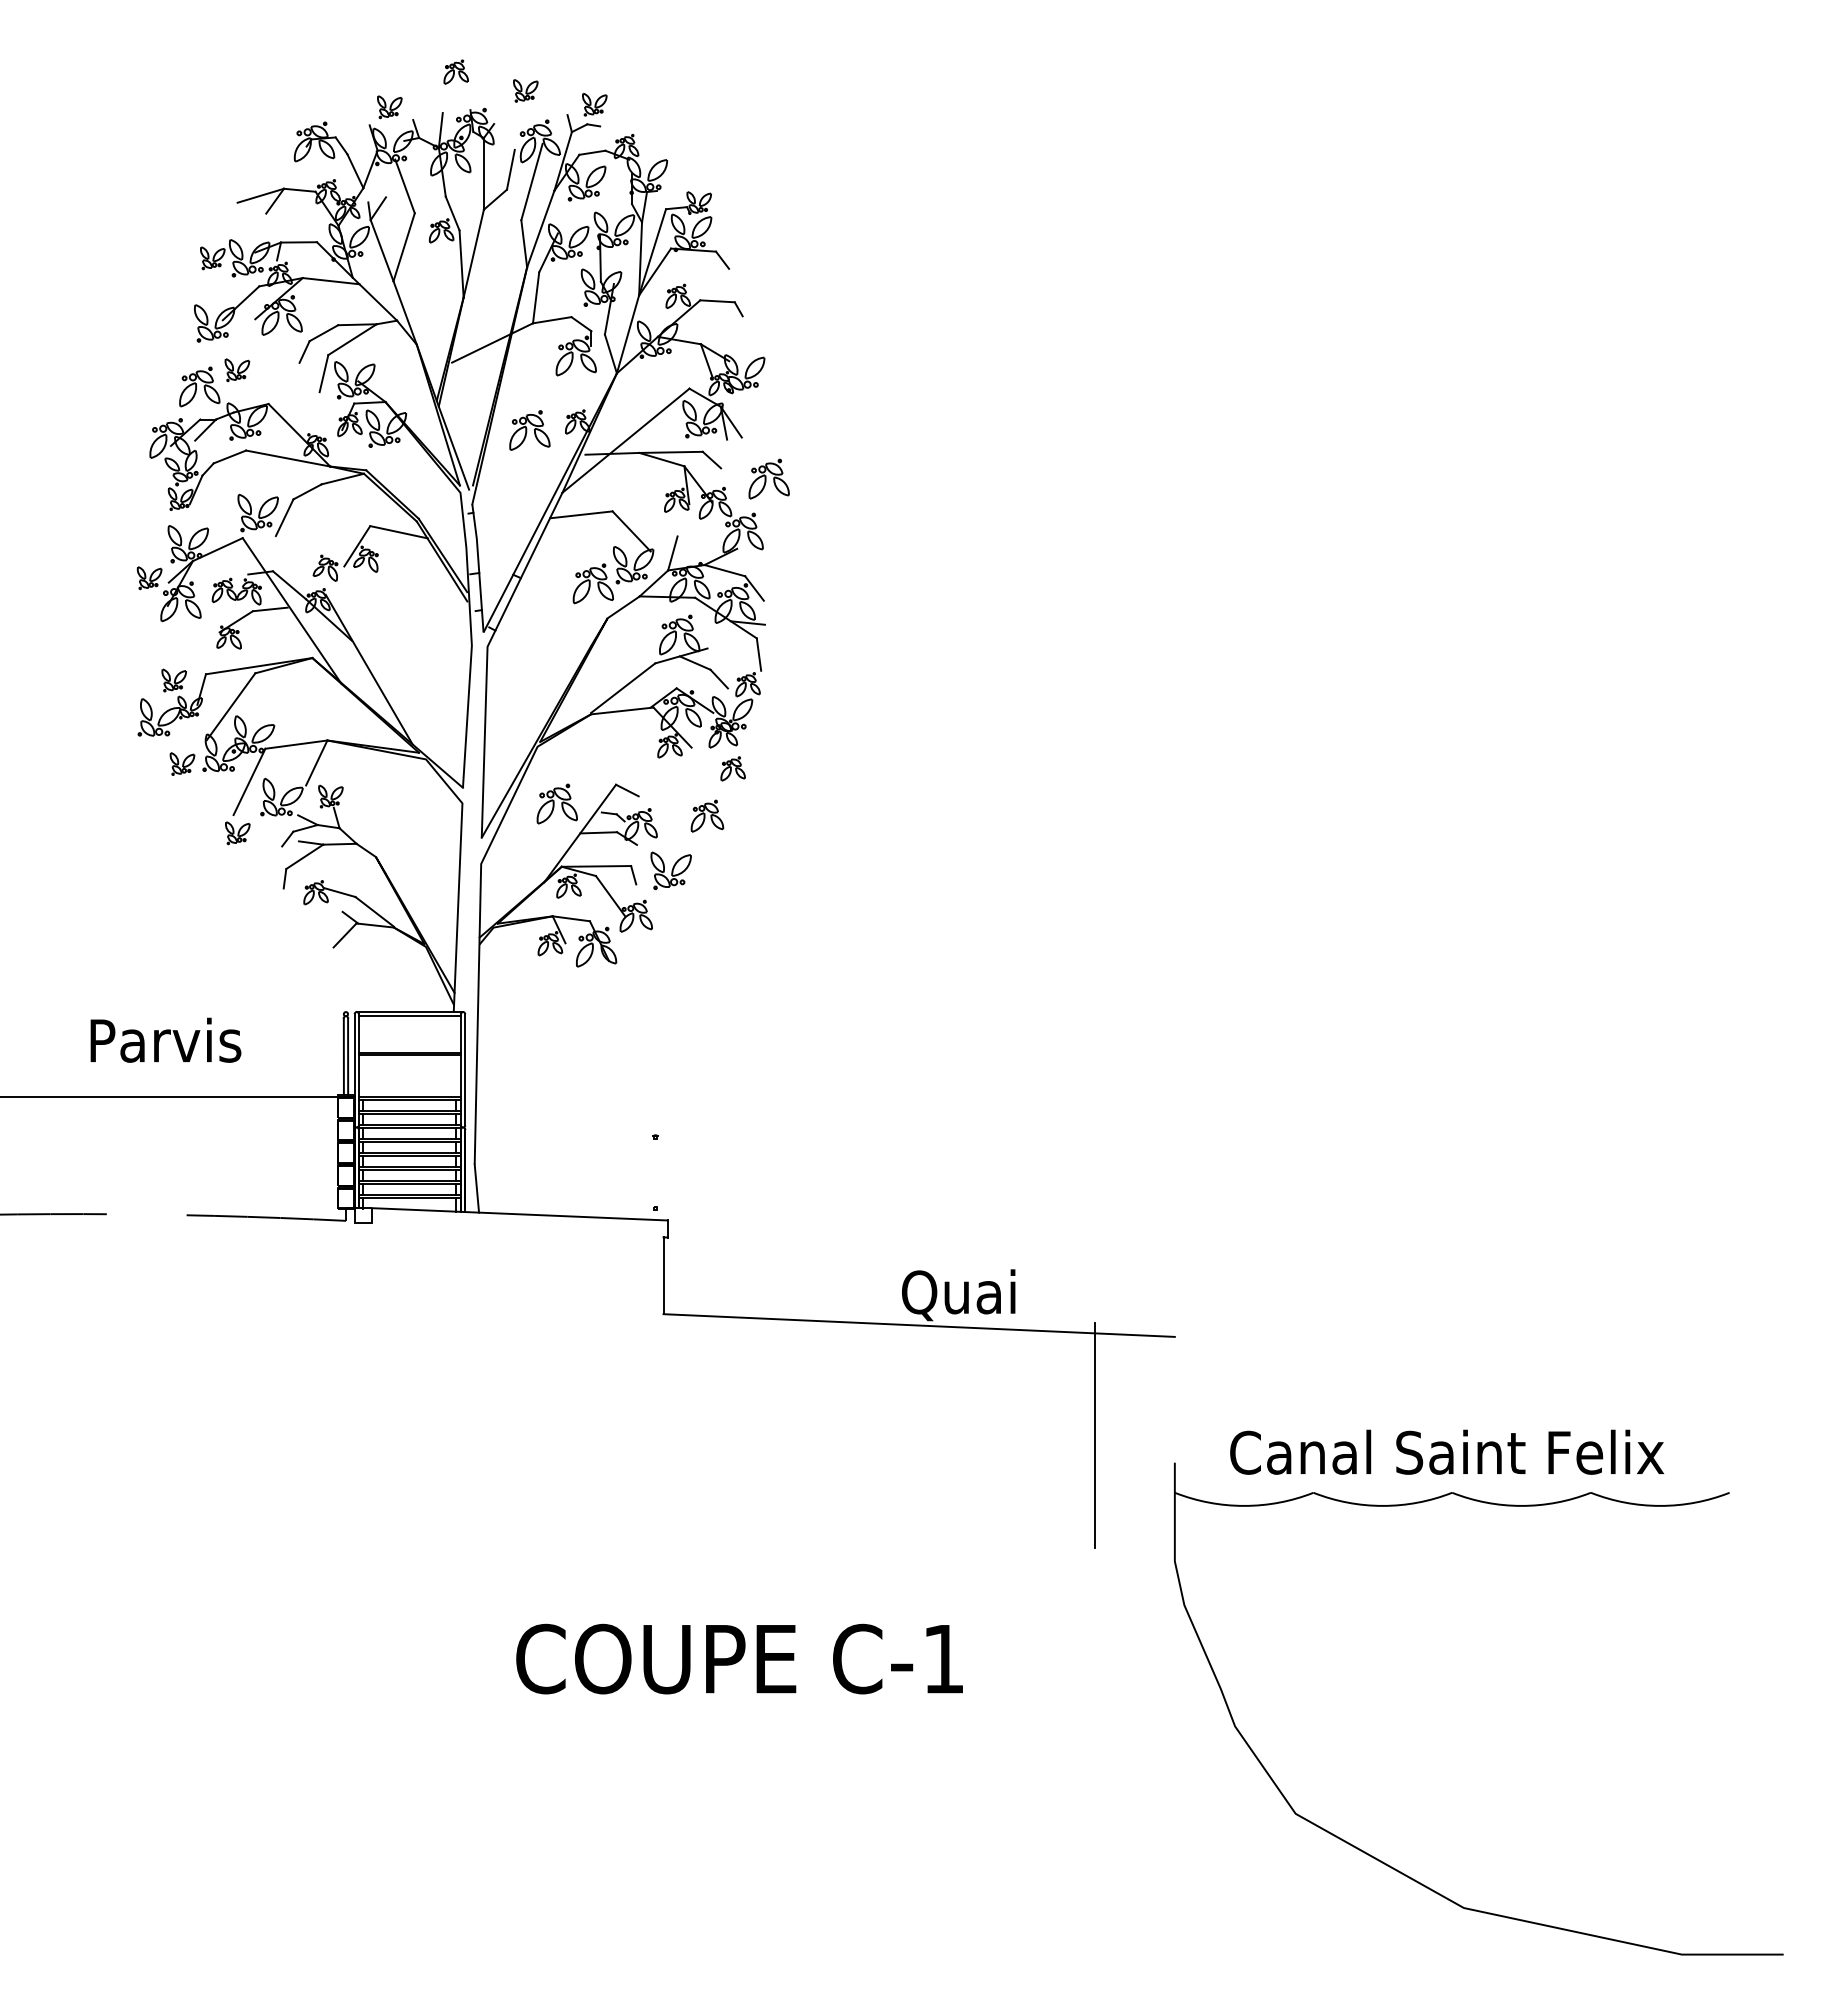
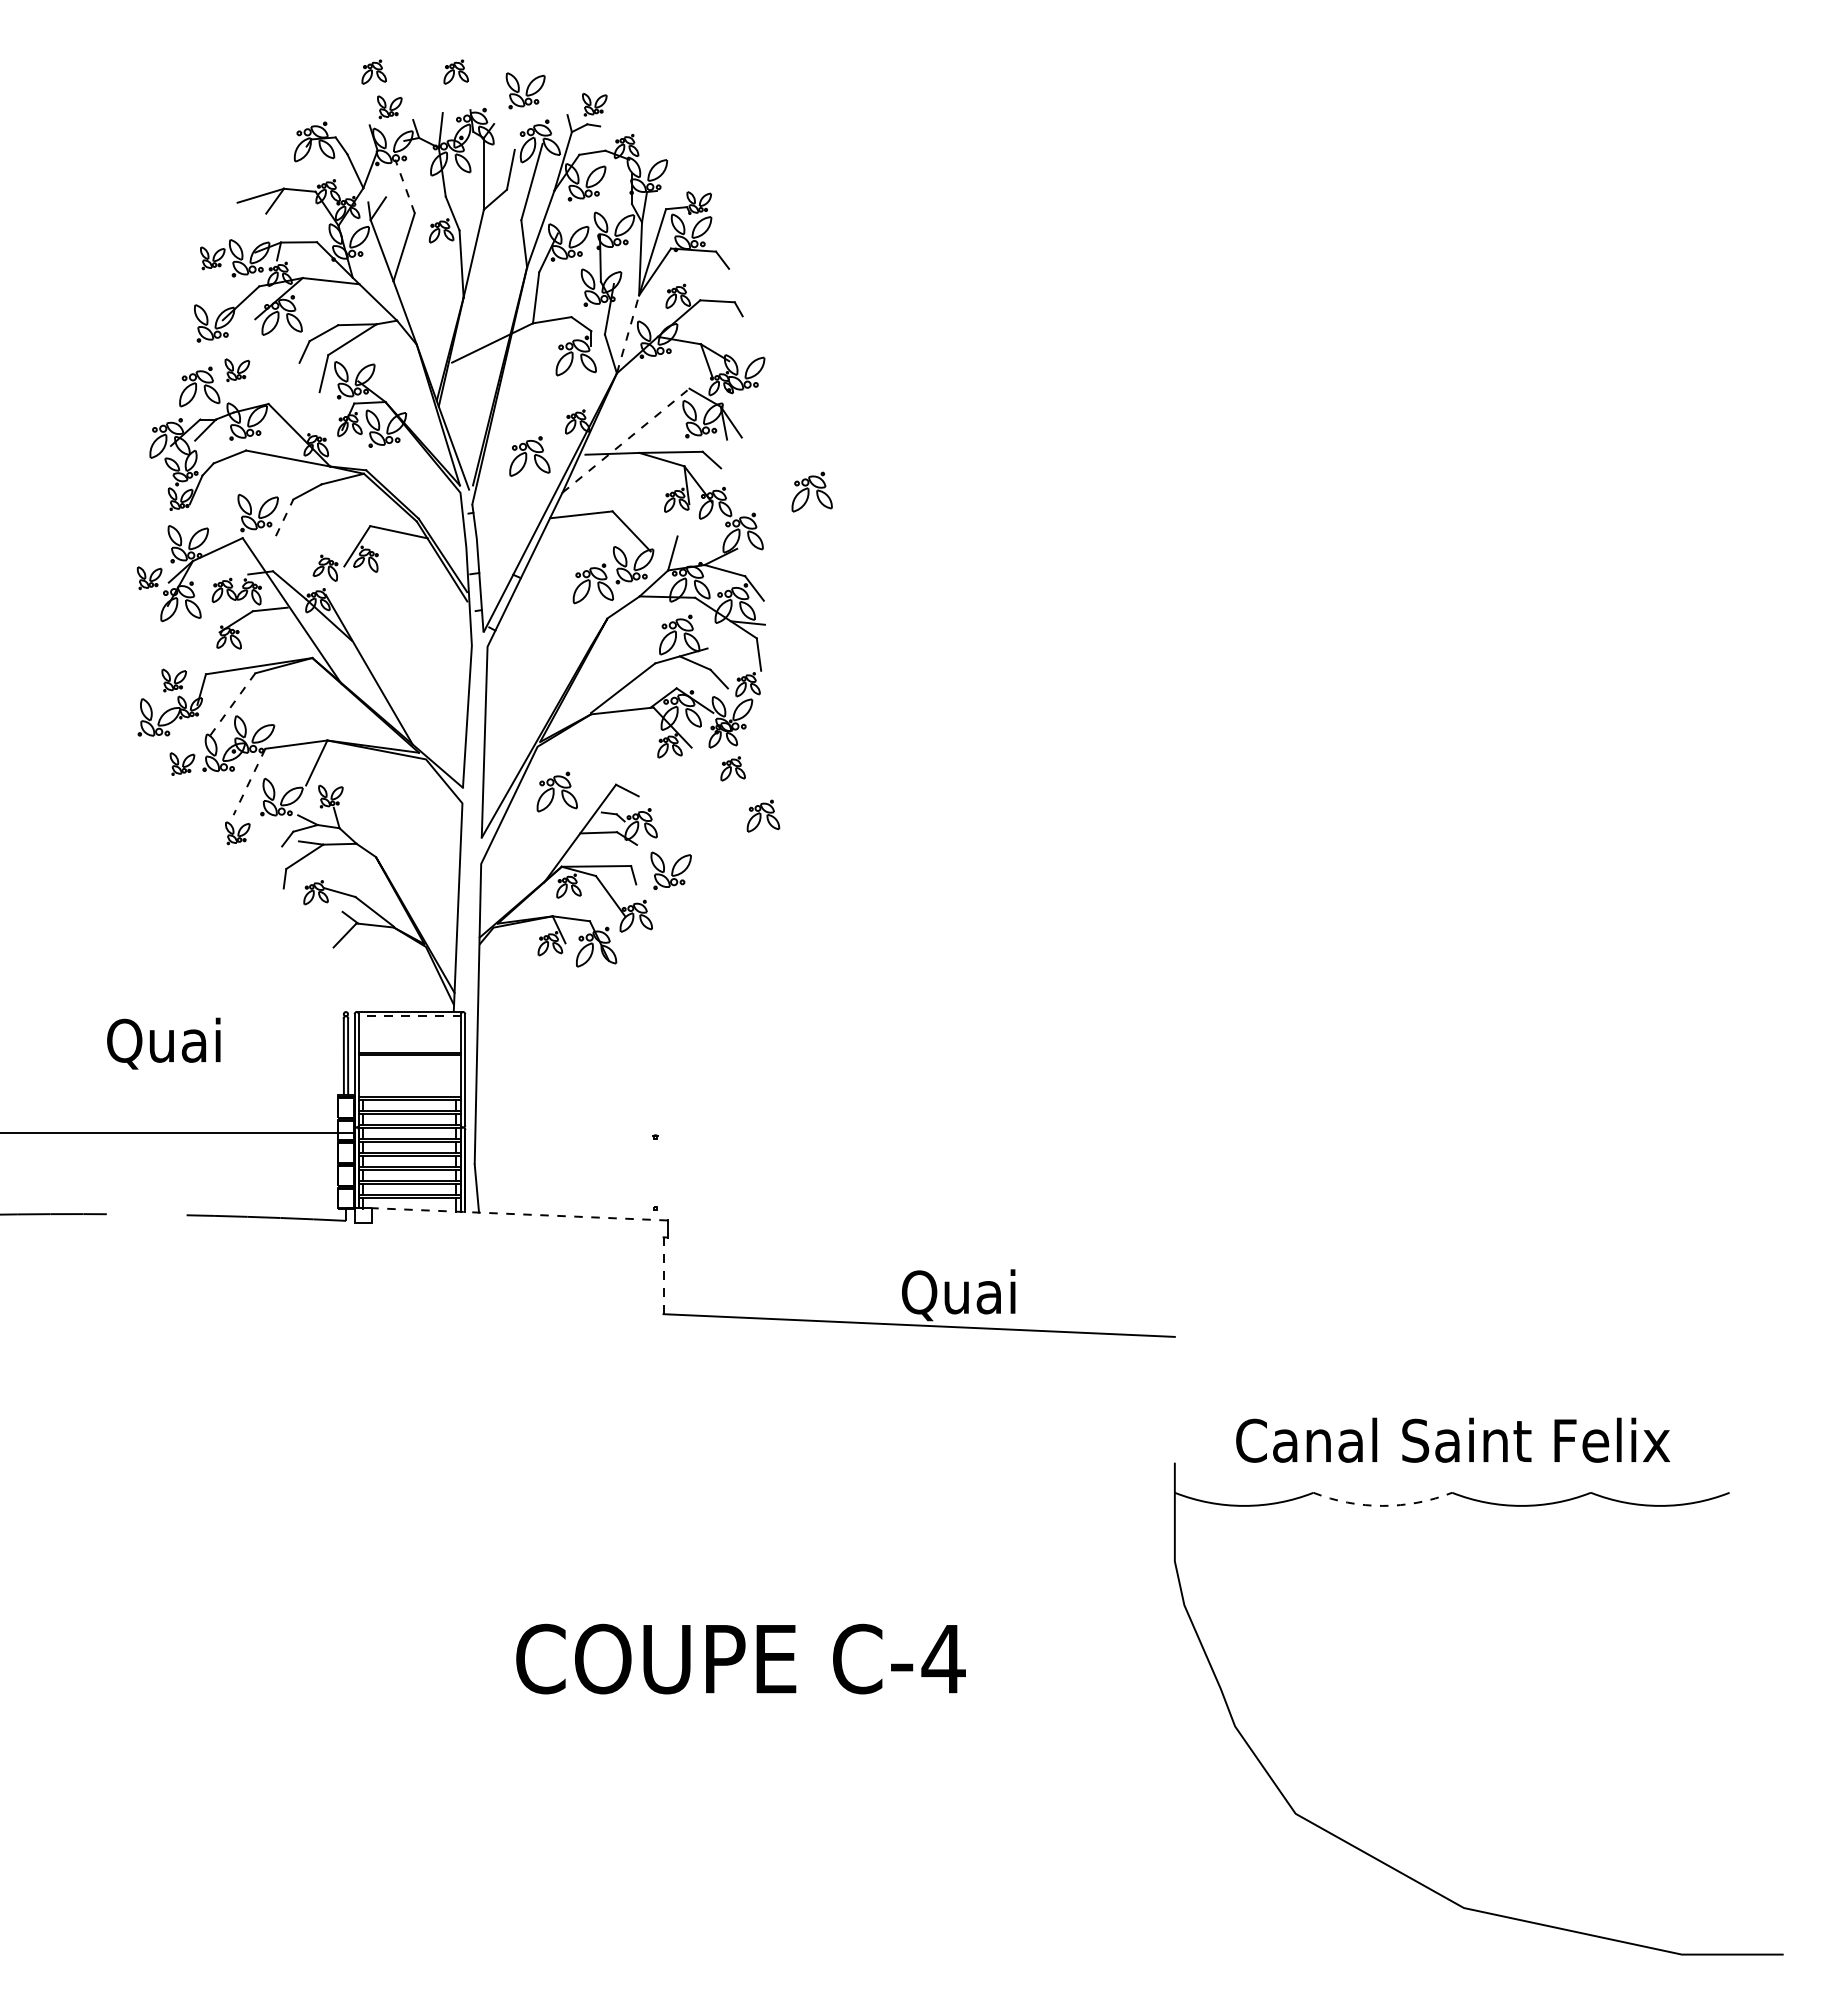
part at (373, 71): none -> present
part at (525, 90) size: 26x24 px -> 41x38 px
line at (405, 186): solid -> dashed
line at (628, 334): solid -> dashed
part at (529, 430) position: (529, 430) -> (529, 456)
line at (626, 440): solid -> dashed
part at (768, 478) position: (768, 478) -> (811, 491)
line at (284, 517): solid -> dashed
line at (230, 707): solid -> dashed
line at (249, 781): solid -> dashed
part at (556, 803) position: (556, 803) -> (556, 791)
part at (707, 815) position: (707, 815) -> (763, 815)
line at (409, 1016): solid -> dashed
text at (165, 1043): Parvis -> Quai
line at (178, 1097) position: (178, 1097) -> (178, 1133)
line at (519, 1214): solid -> dashed
line at (663, 1276): solid -> dashed
line at (1094, 1435): present -> none
text at (1447, 1451) position: (1447, 1451) -> (1453, 1439)
arc at (1382, 1505): solid -> dashed
text at (943, 1659): C-1 -> C-4
